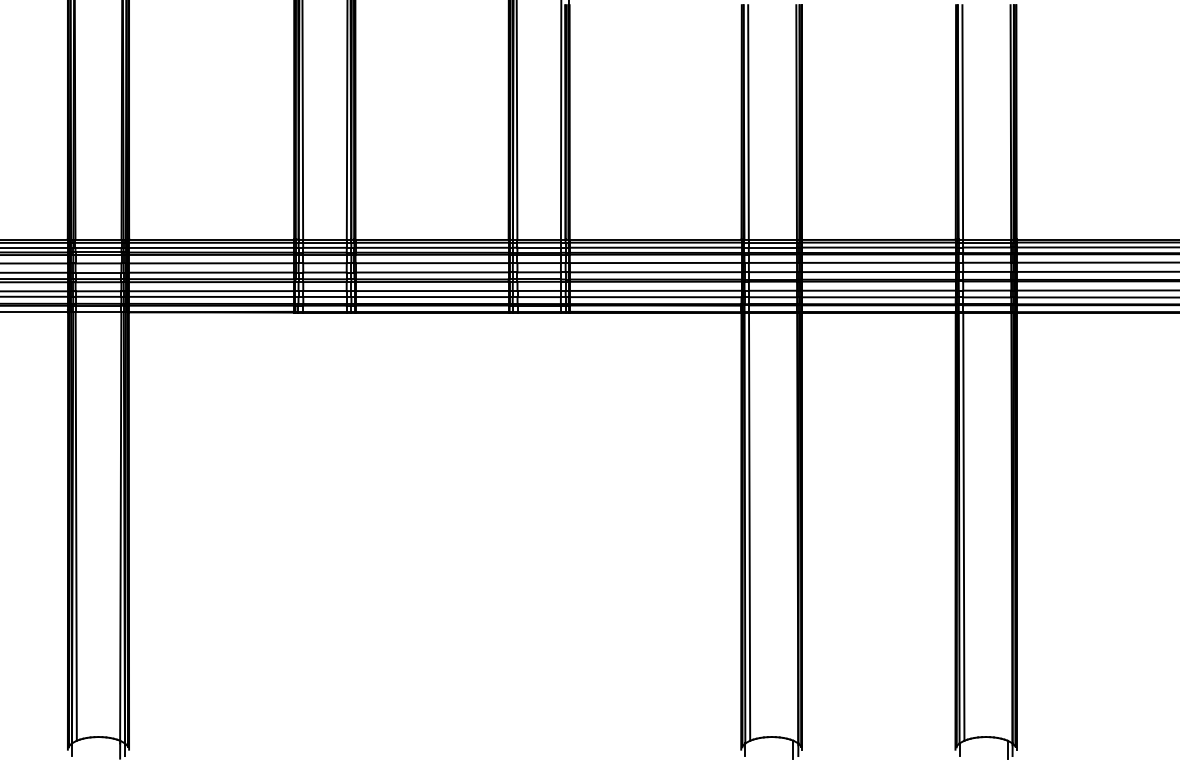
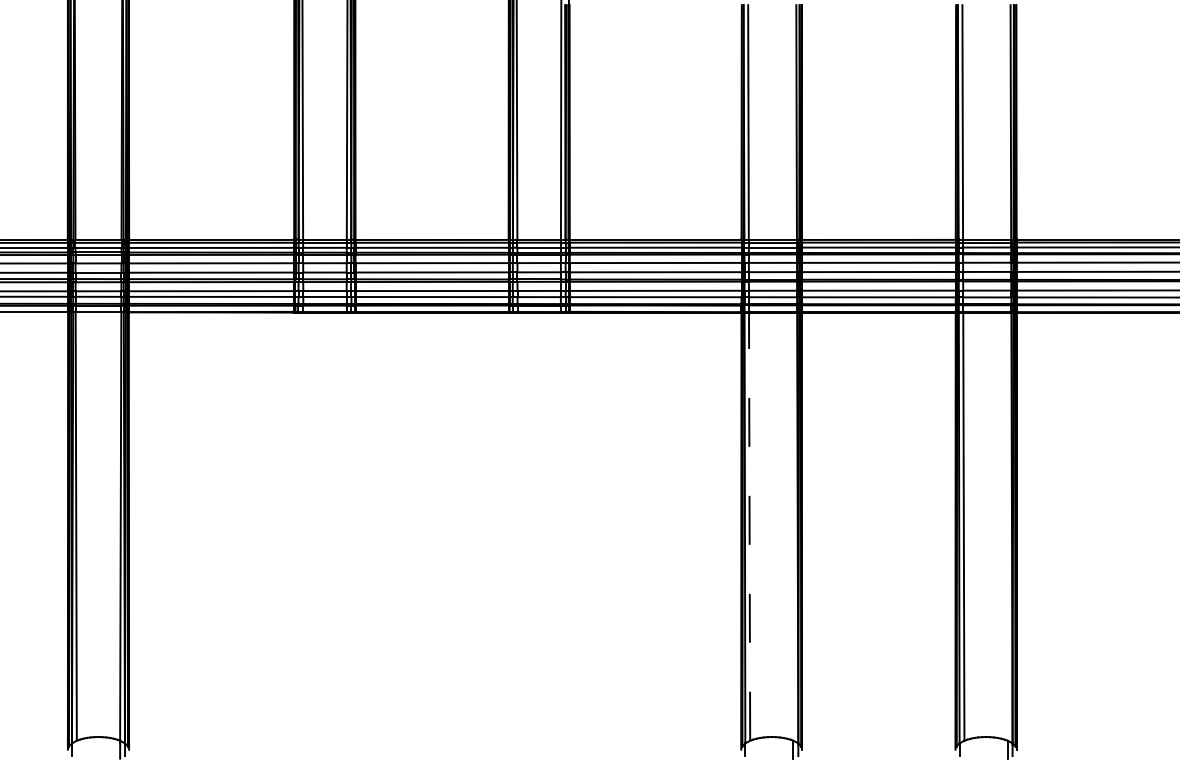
line at (749, 526): solid -> dashed
